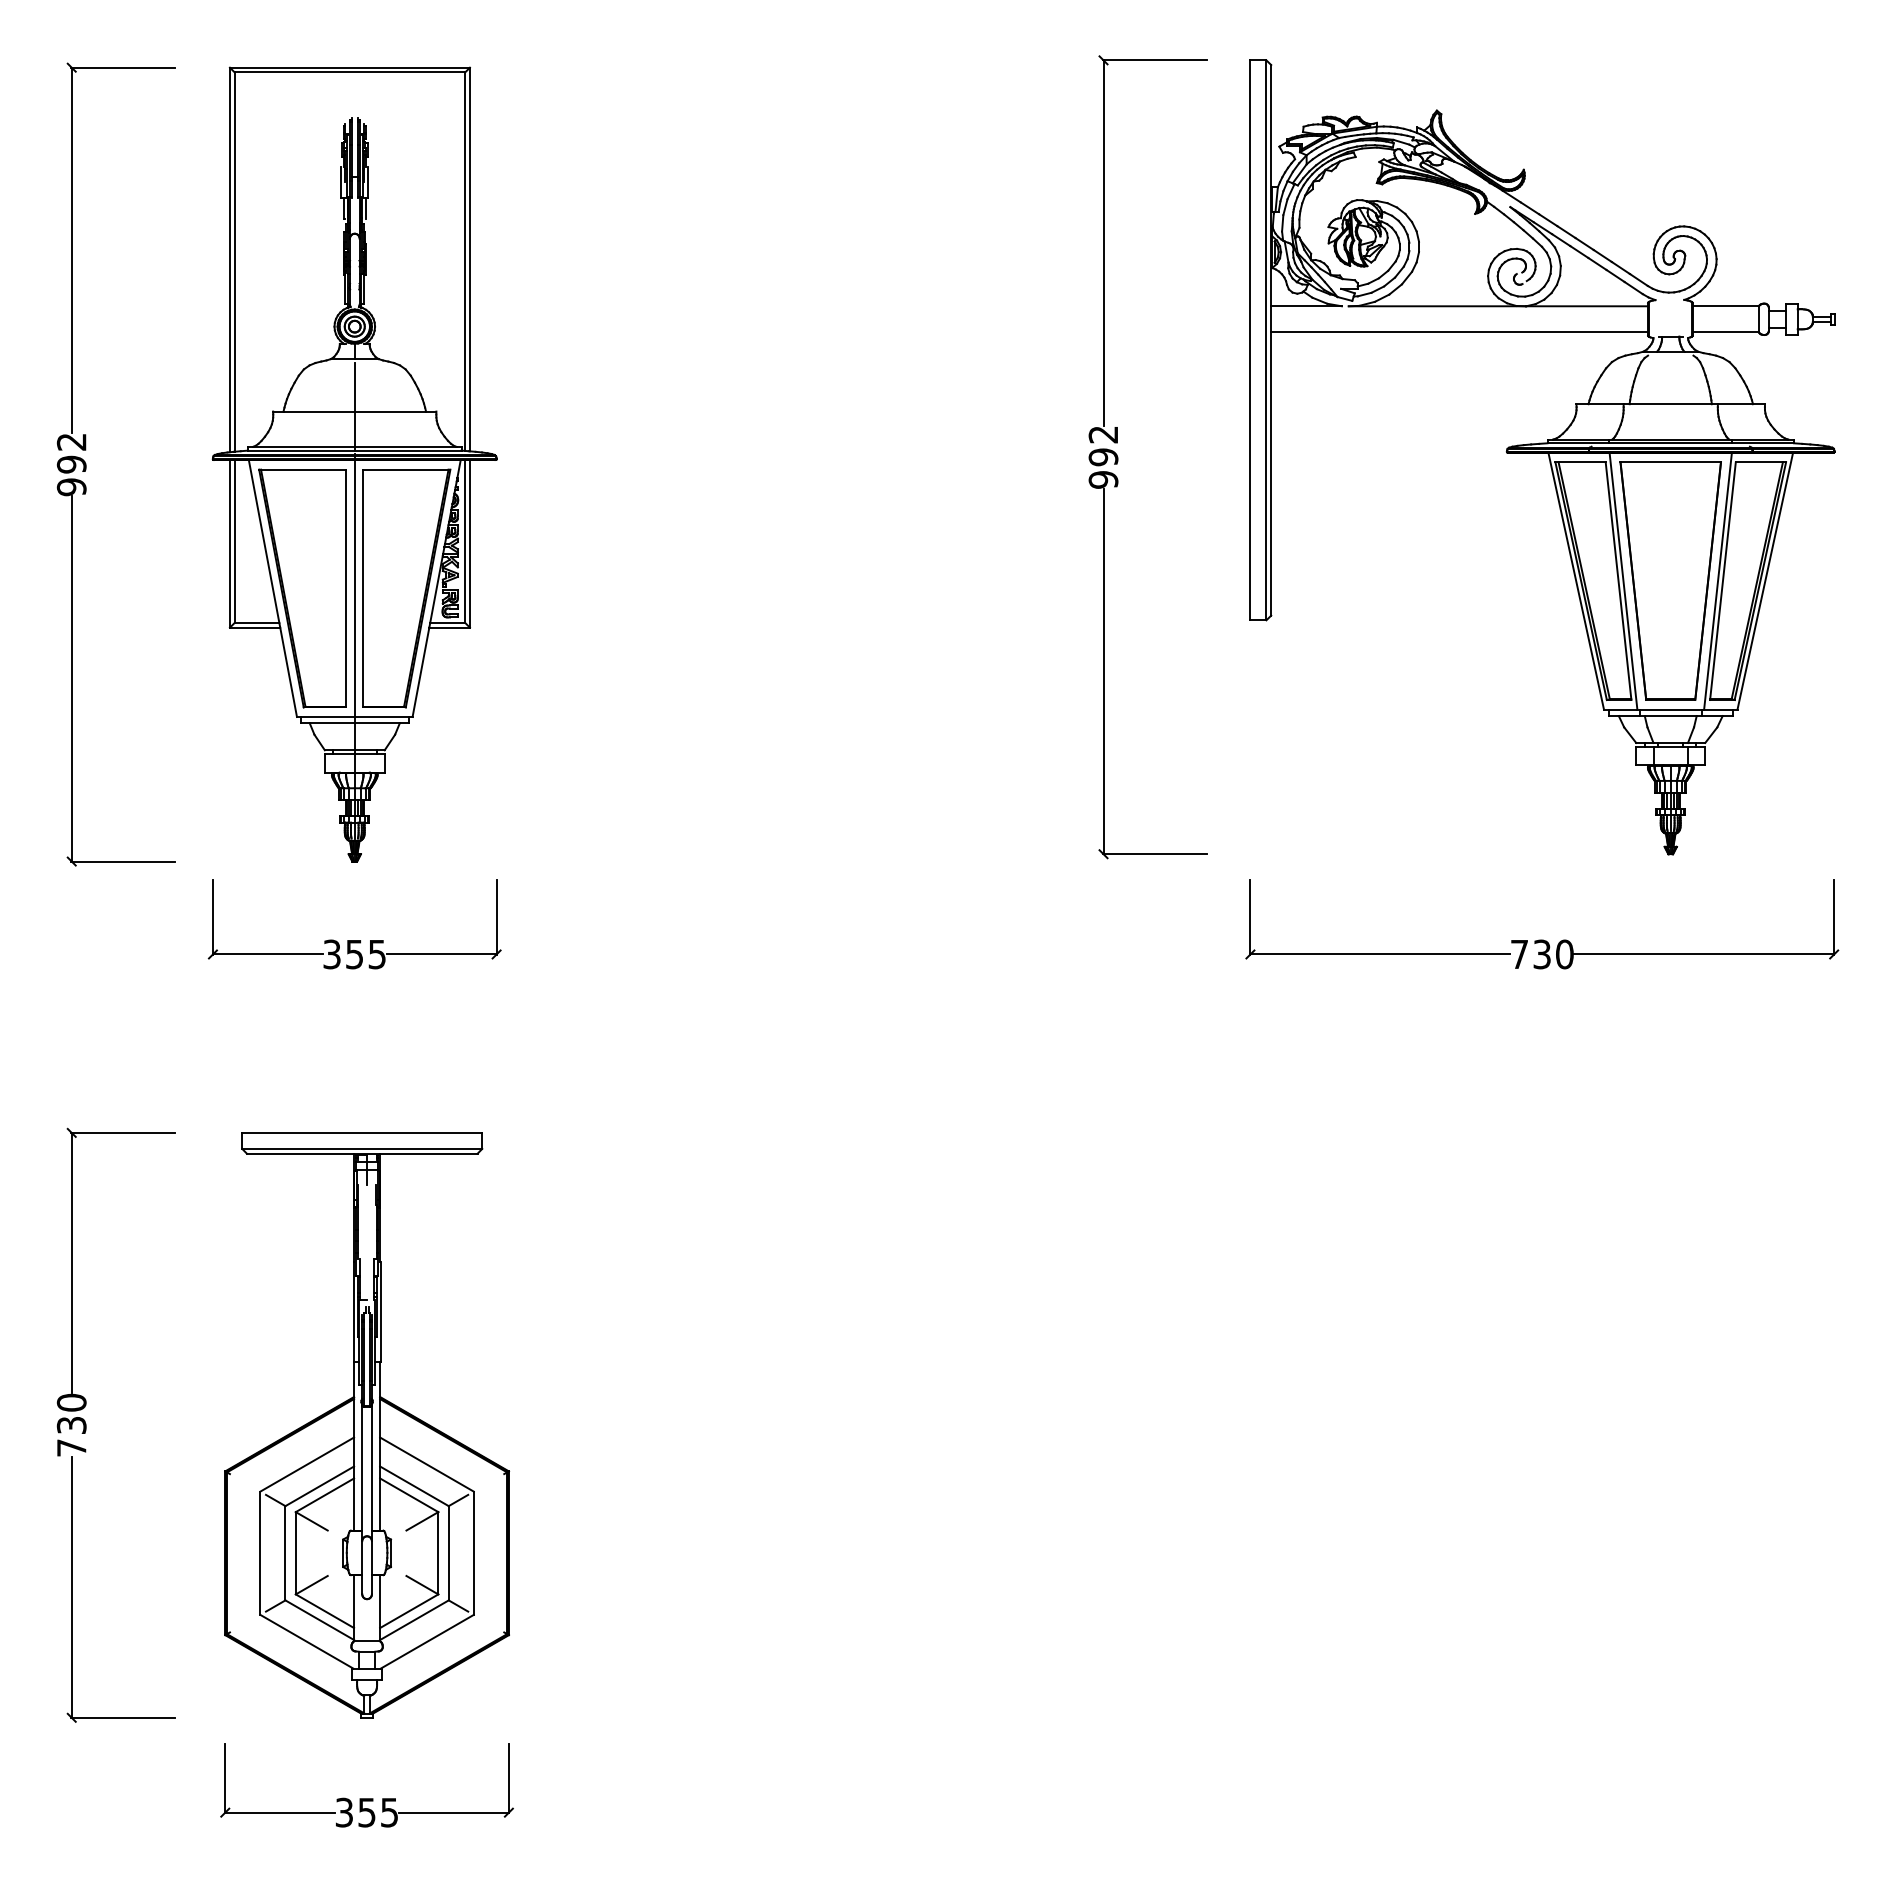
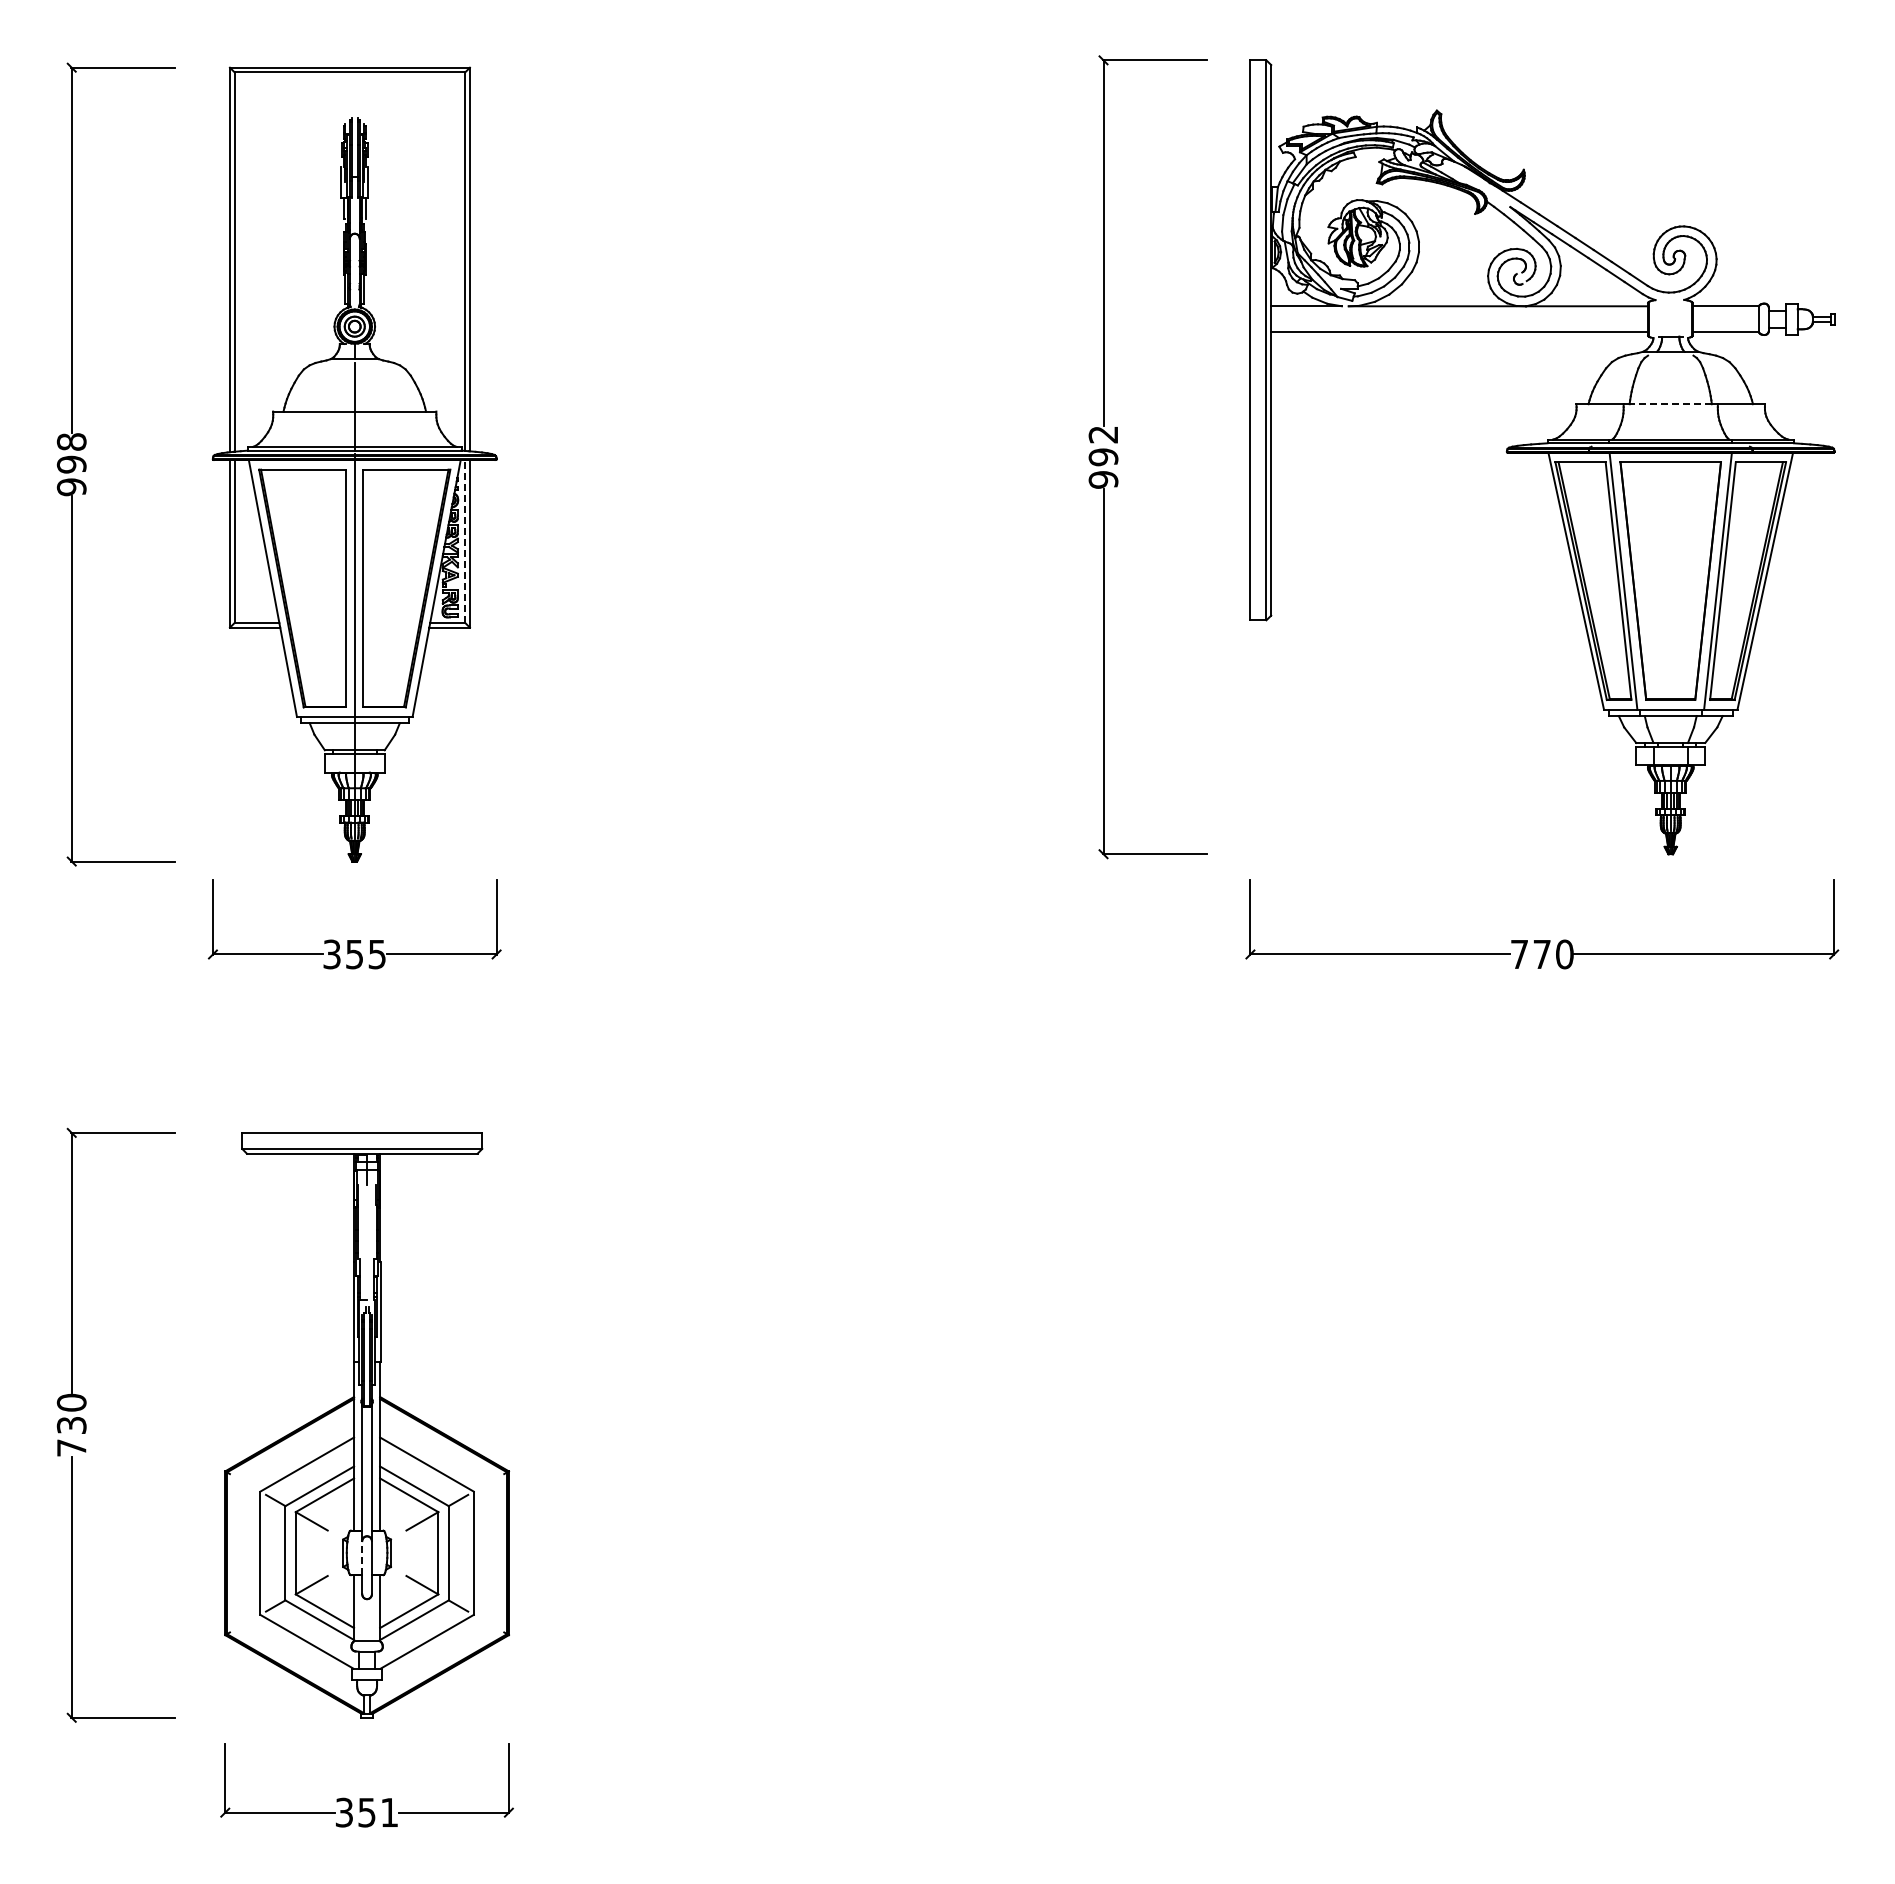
line at (1670, 404): solid -> dashed
text at (71, 441): 992 -> 998
line at (465, 541): solid -> dashed
text at (1541, 954): 730 -> 770
line at (362, 1557): solid -> dashed
text at (389, 1812): 355 -> 351
